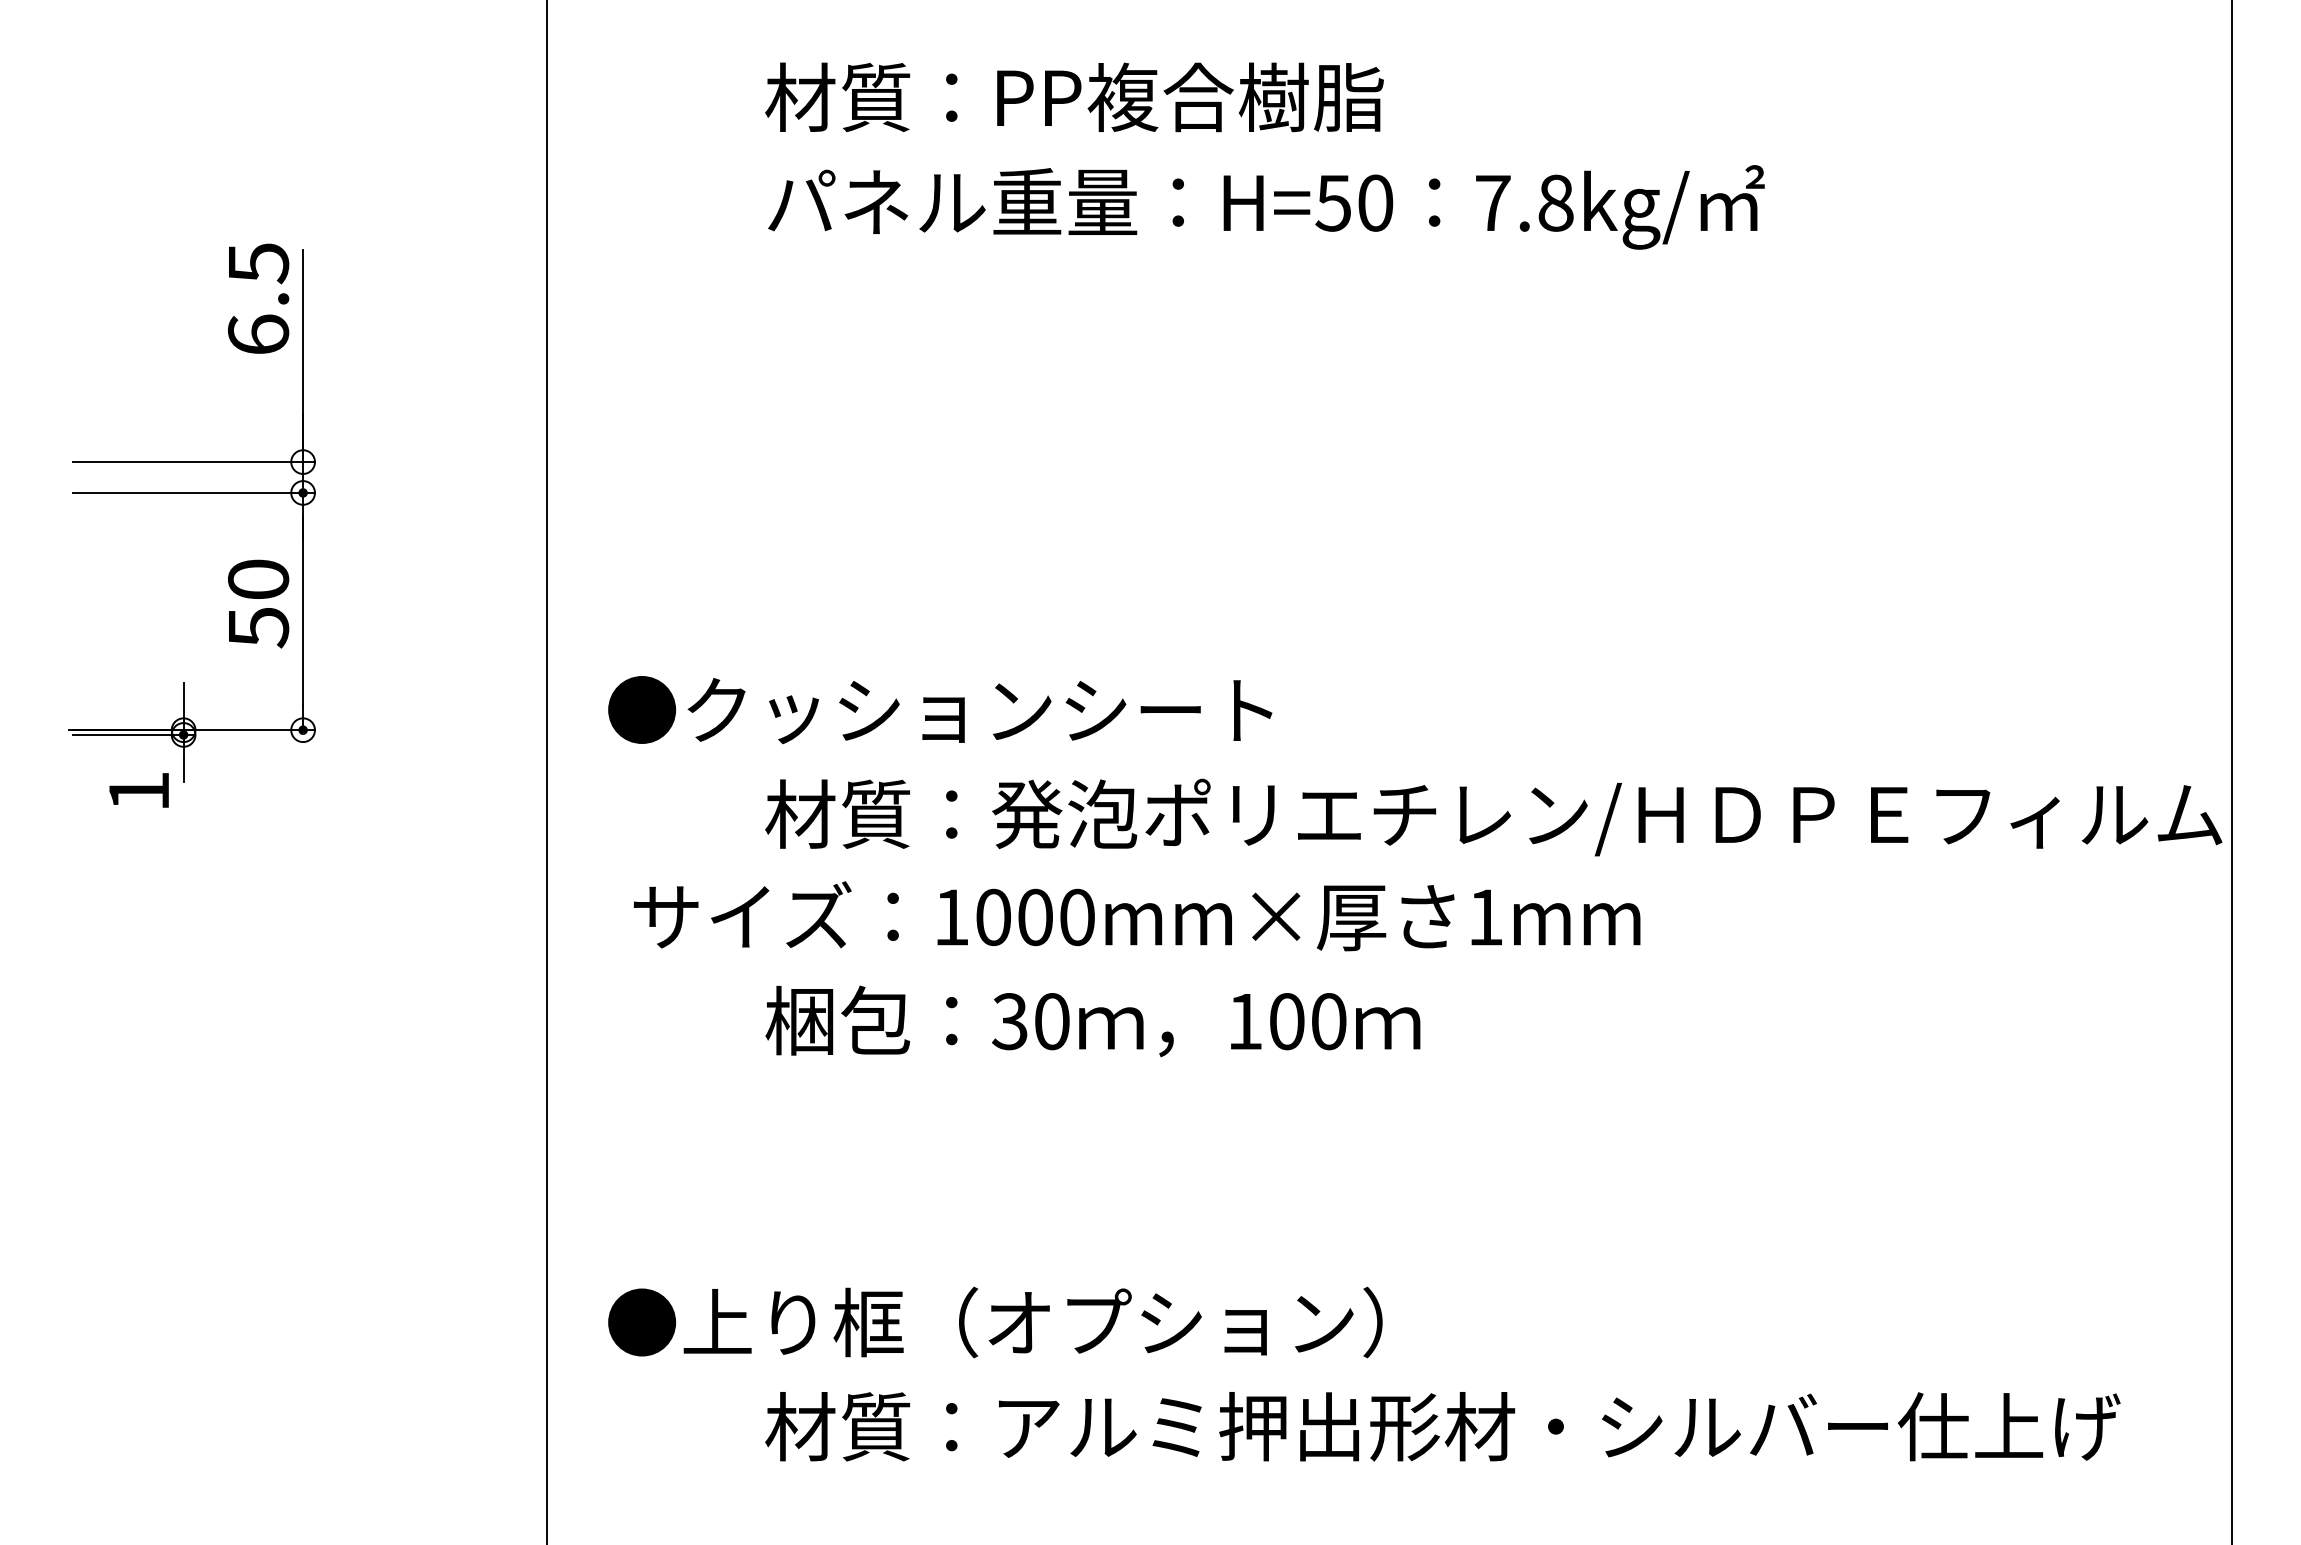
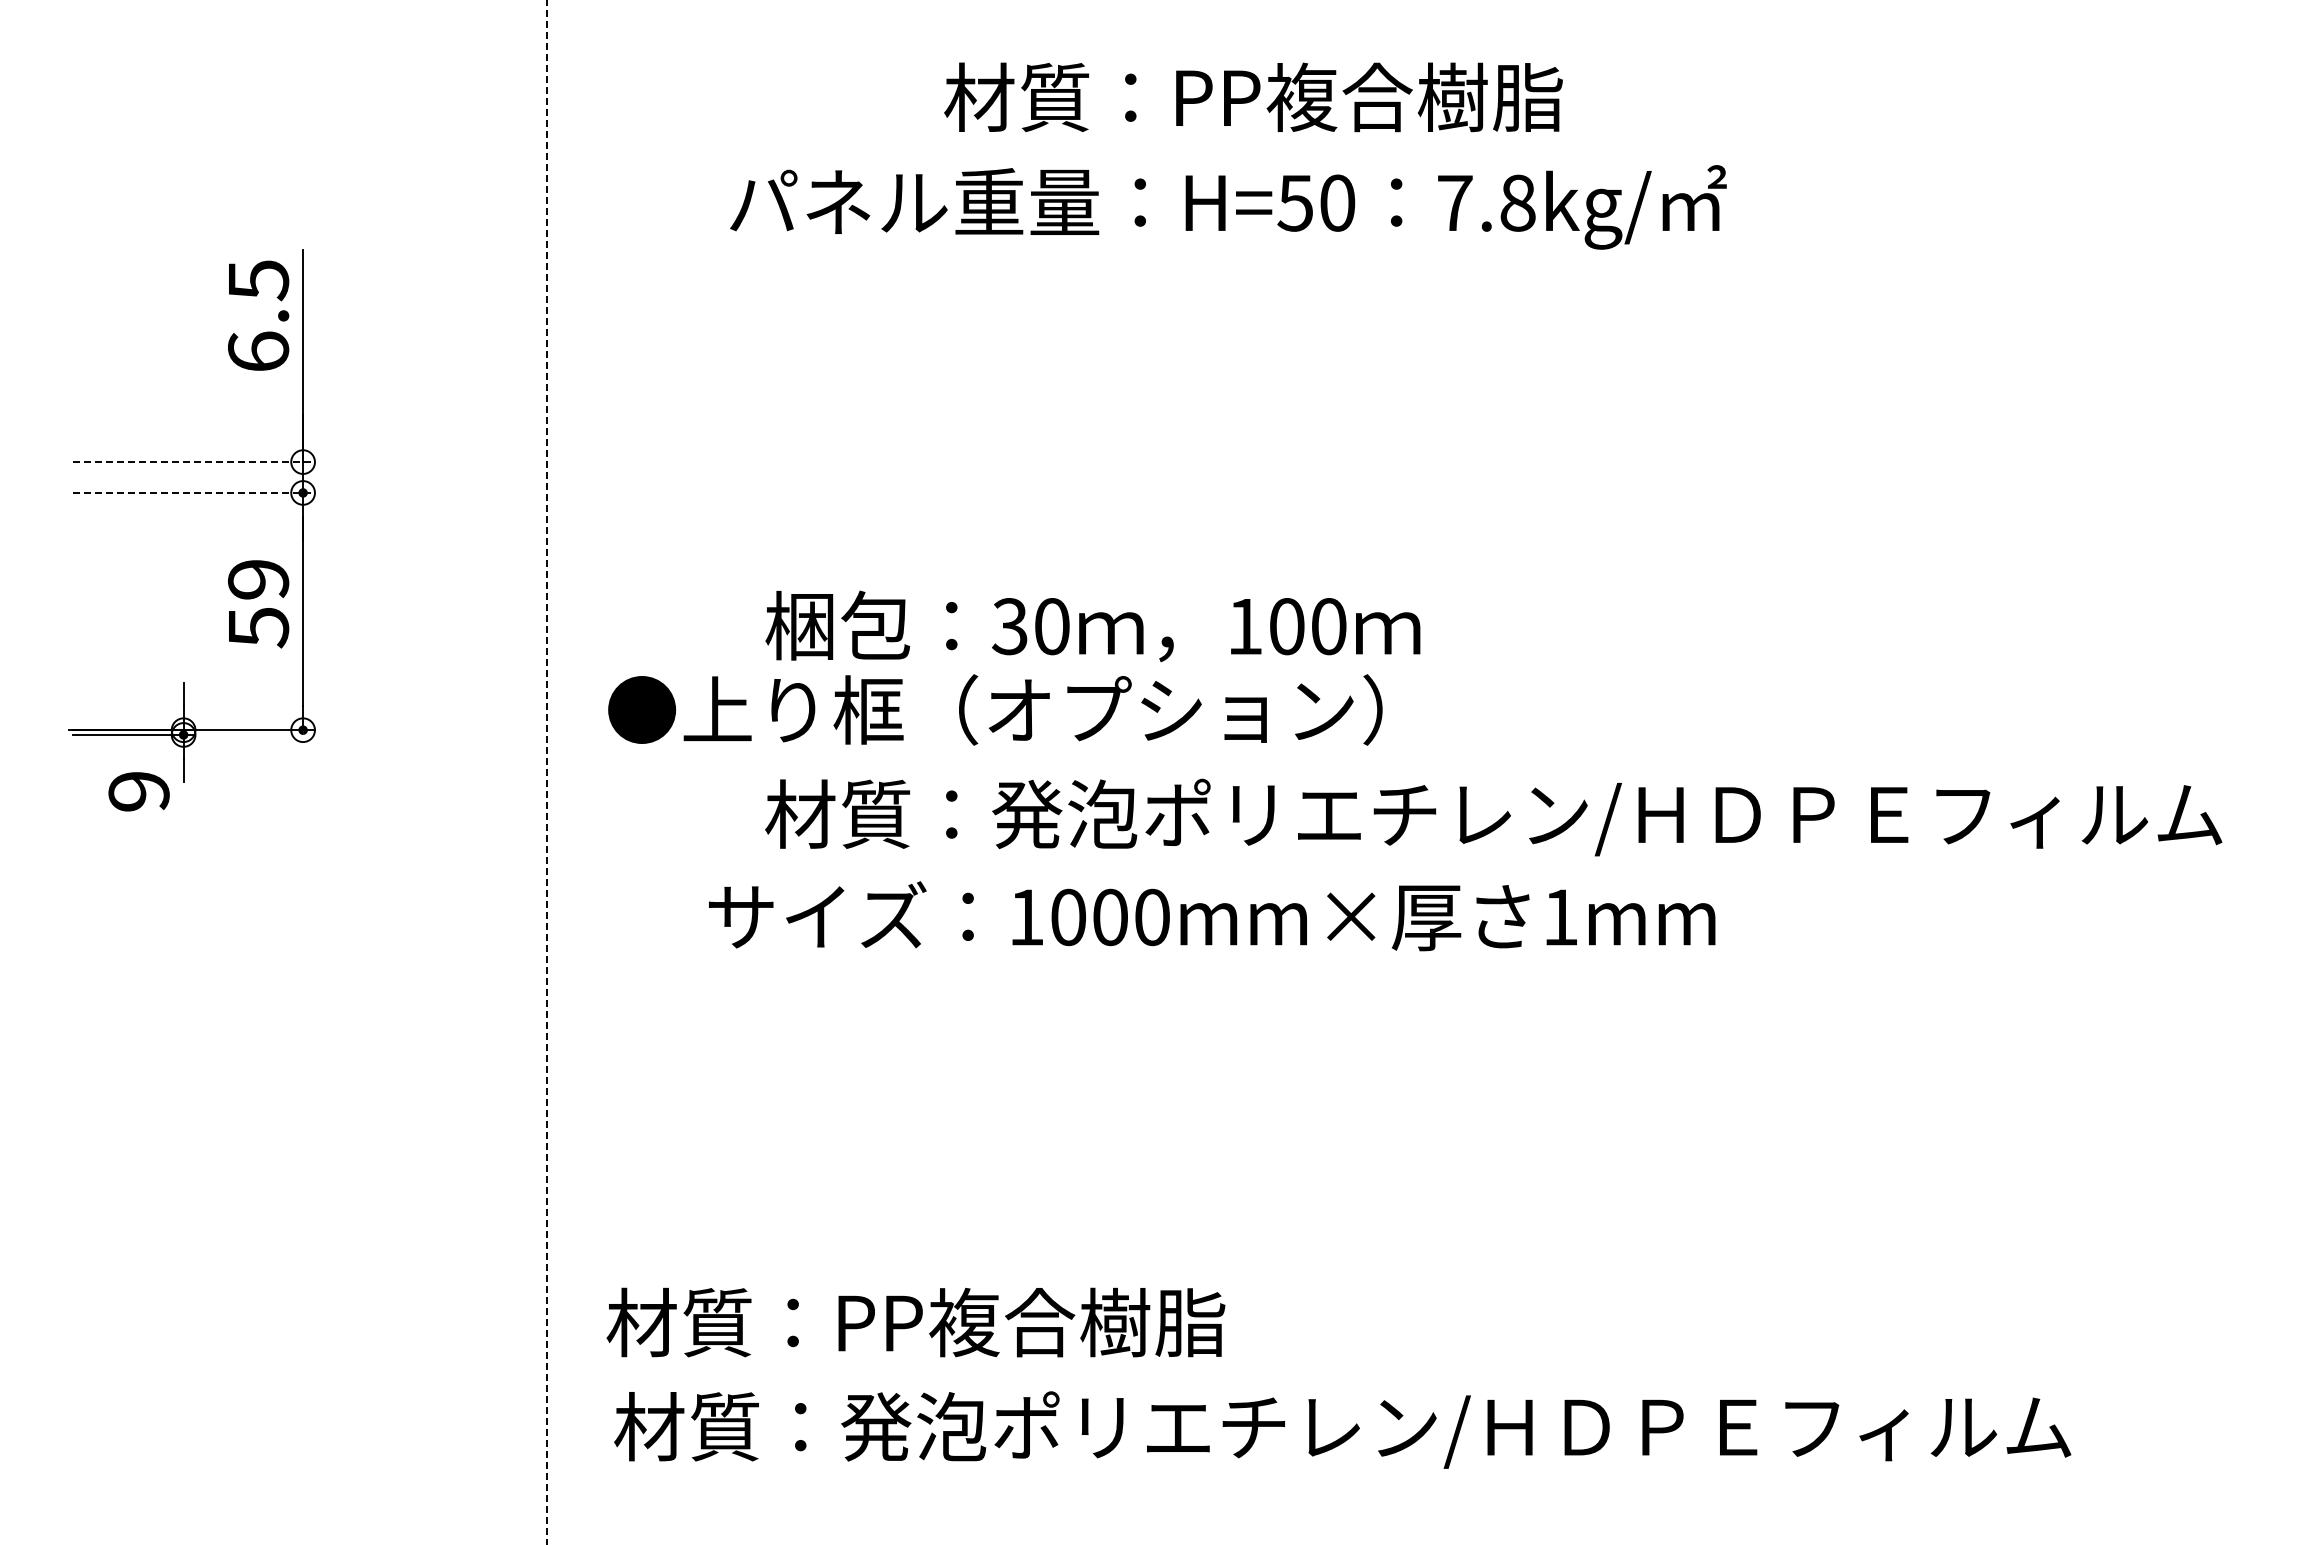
text at (1074, 97) position: (1074, 97) -> (1253, 97)
text at (1266, 207) position: (1266, 207) -> (1228, 207)
text at (258, 298) position: (258, 298) -> (258, 315)
line at (194, 462): solid -> dashed
line at (194, 492): solid -> dashed
text at (258, 579): 50 -> 59
text at (1032, 709): ●クッションシート -> ●上り框（オプション）
line at (2231, 771): present -> none
line at (547, 772): solid -> dashed
text at (138, 791): 1 -> 9
text at (1137, 916) position: (1137, 916) -> (1212, 916)
text at (1092, 1021) position: (1092, 1021) -> (1092, 626)
text at (994, 1322): ●上り框（オプション） -> 材質：PP複合樹脂
text at (1367, 1429): 材質：アルミ押出形材・シルバー仕上げ -> 材質：発泡ポリエチレン/ＨＤＰＥフィルム
